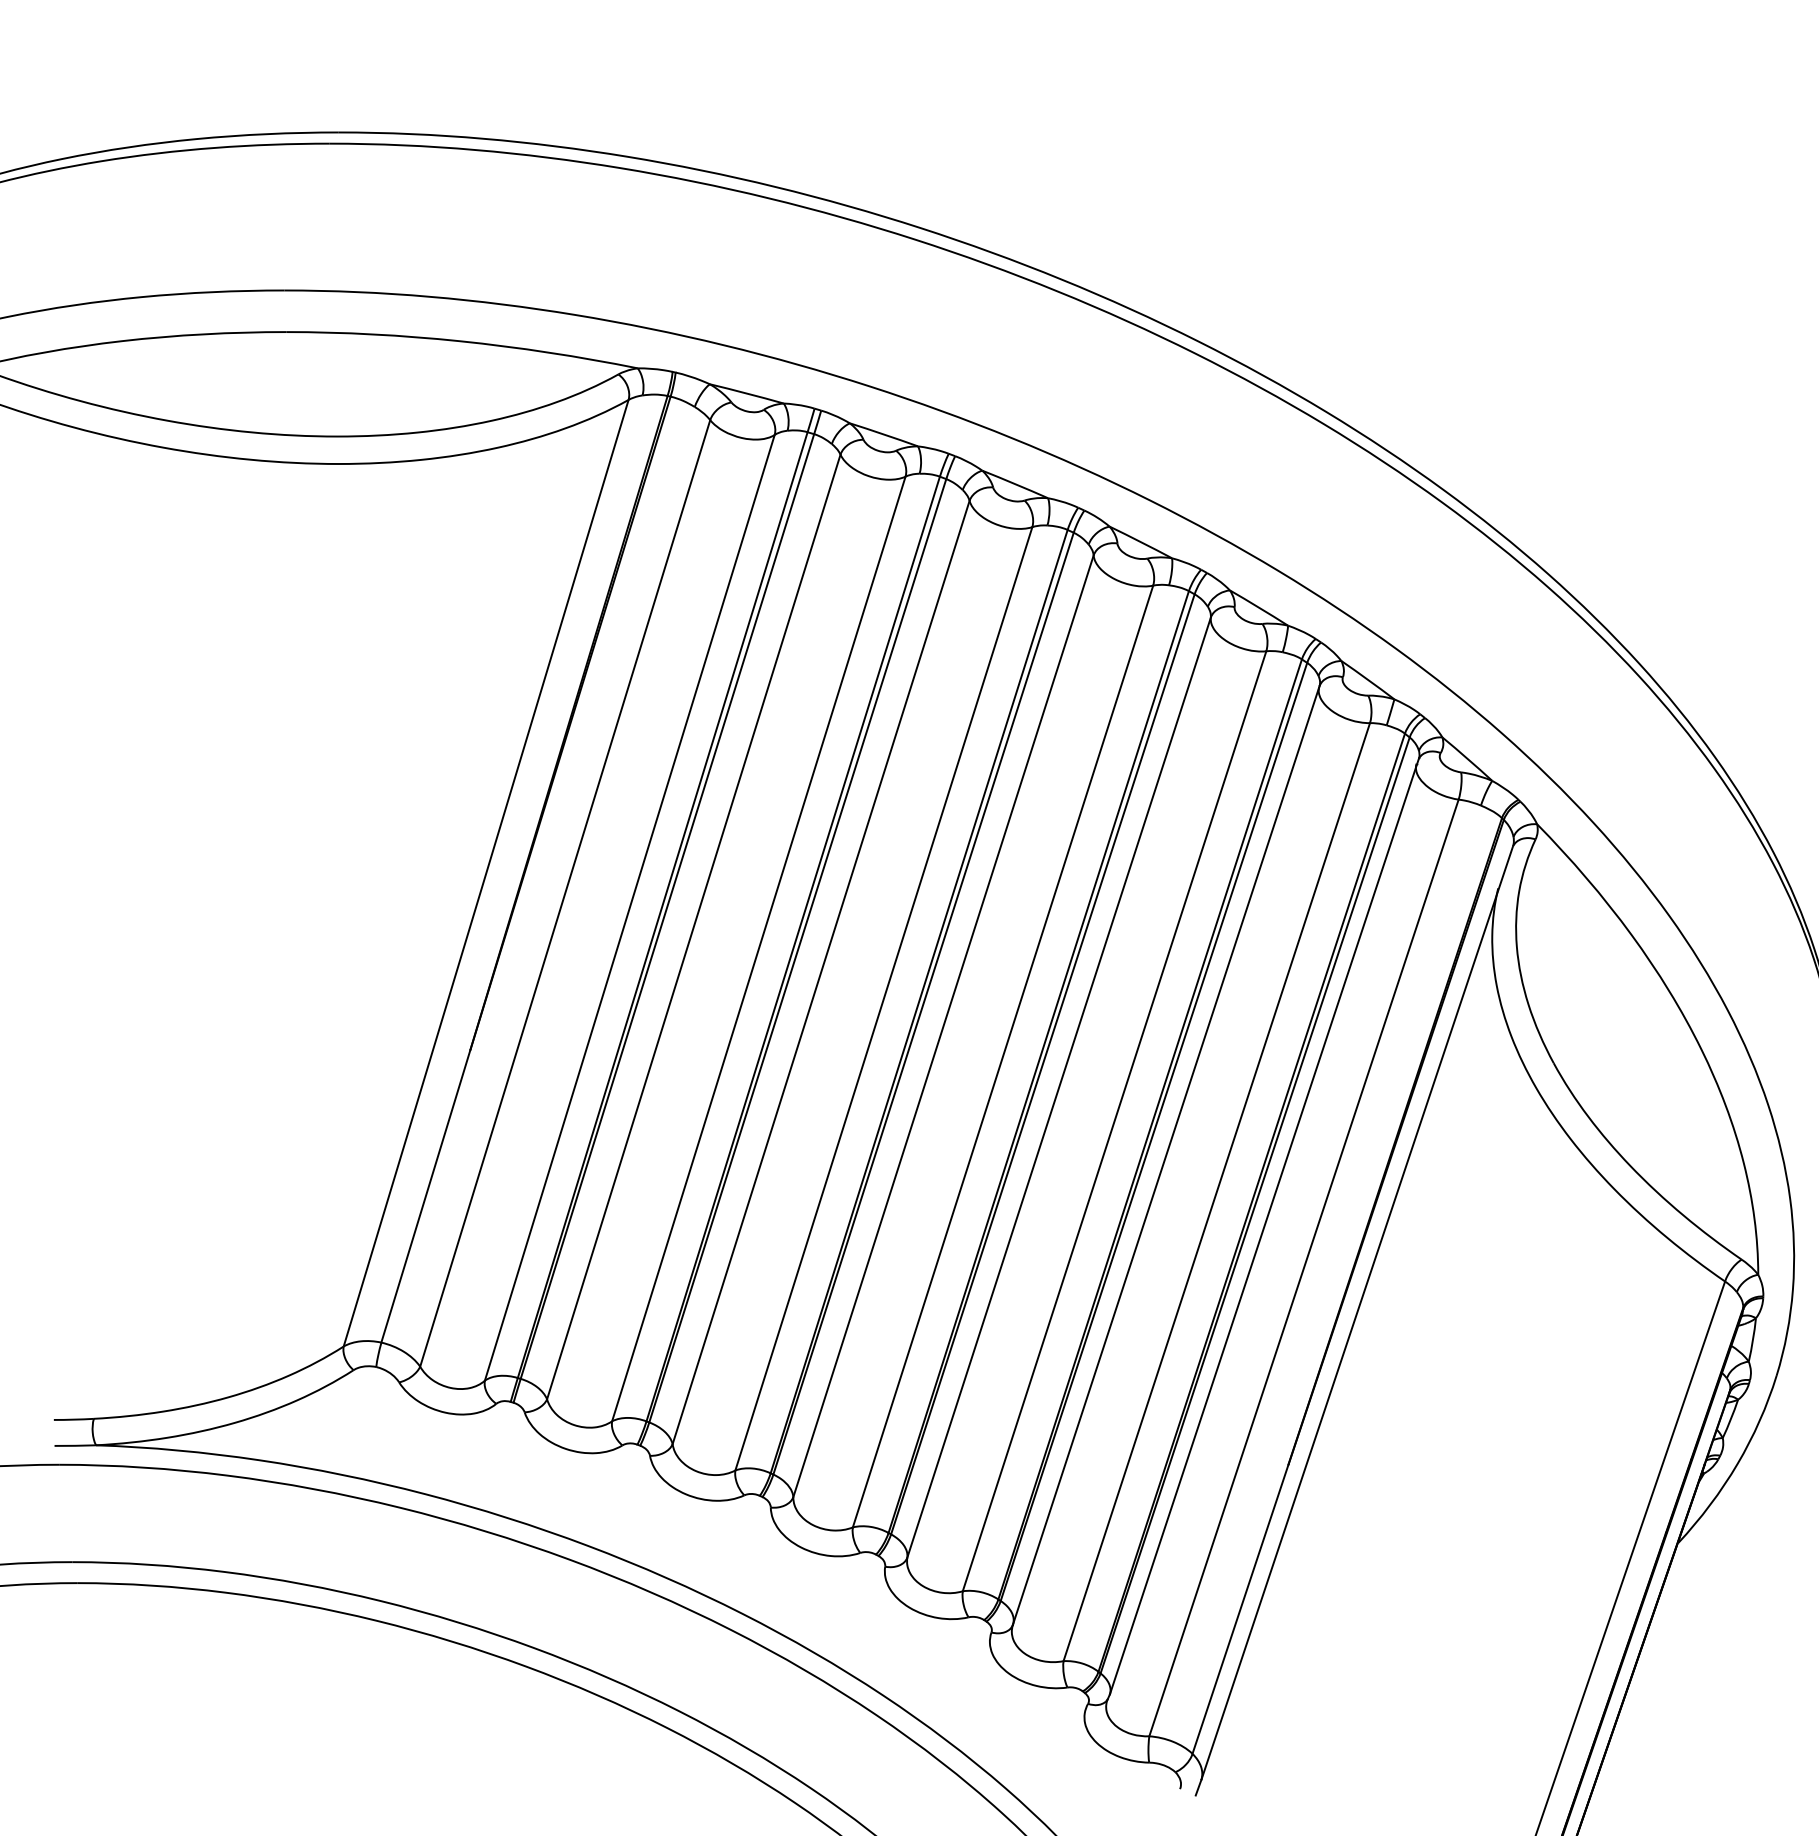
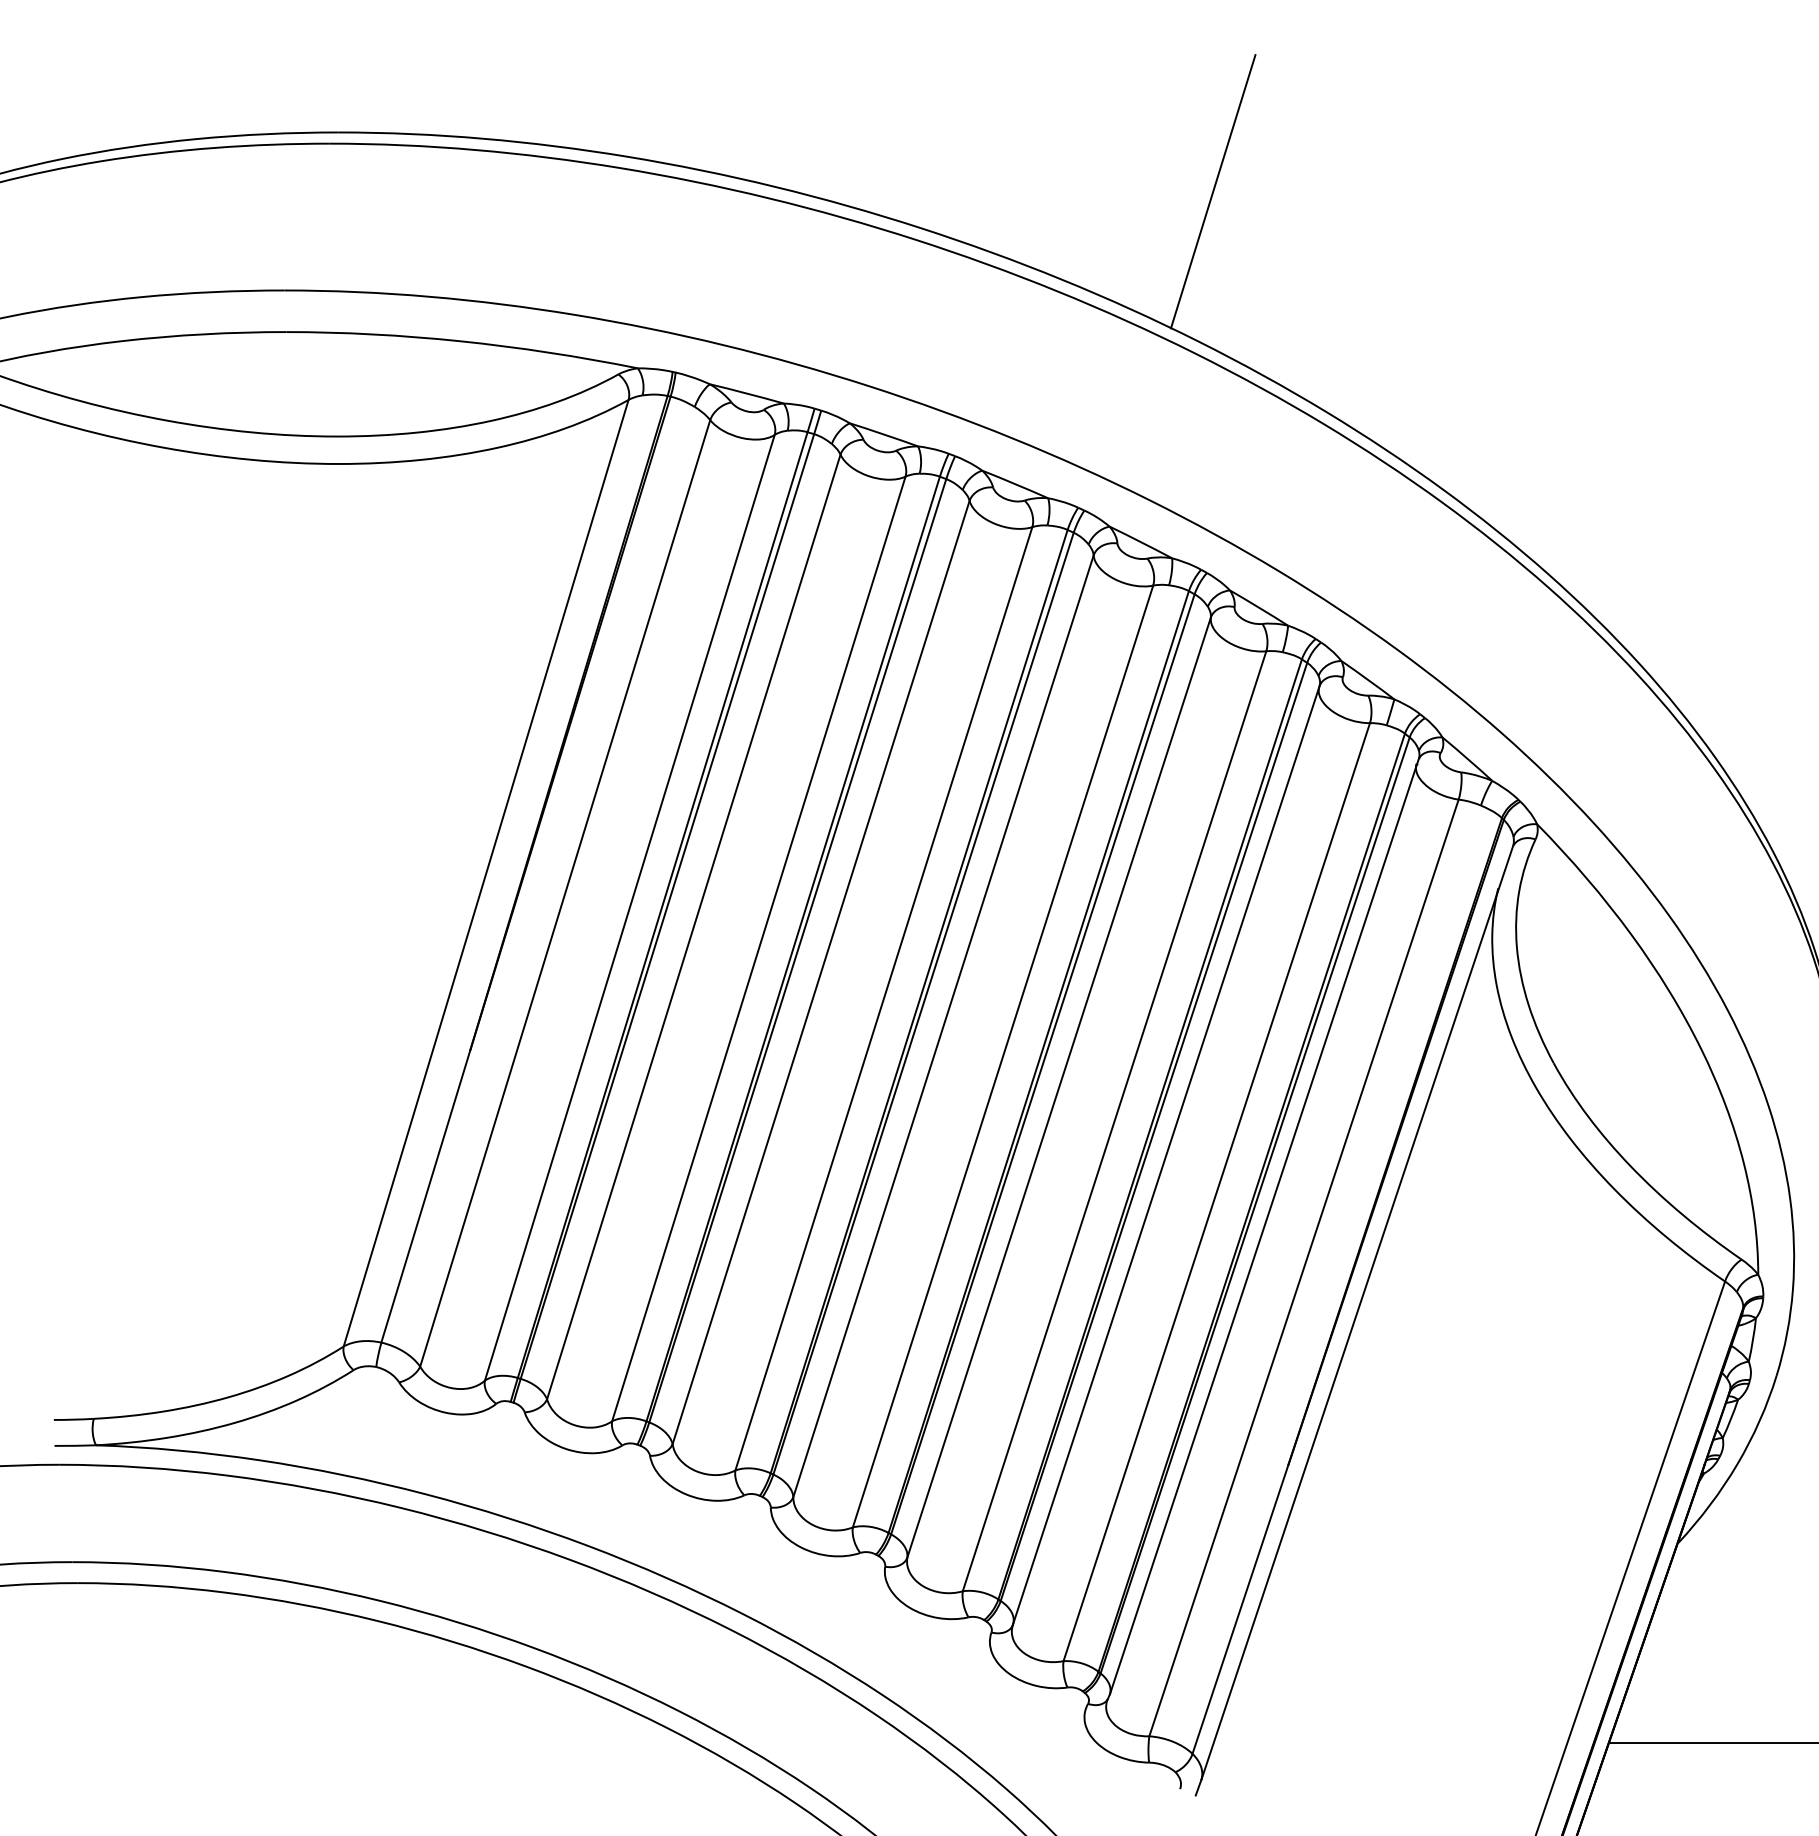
line at (1212, 191): none -> present
line at (1711, 1743): none -> present
